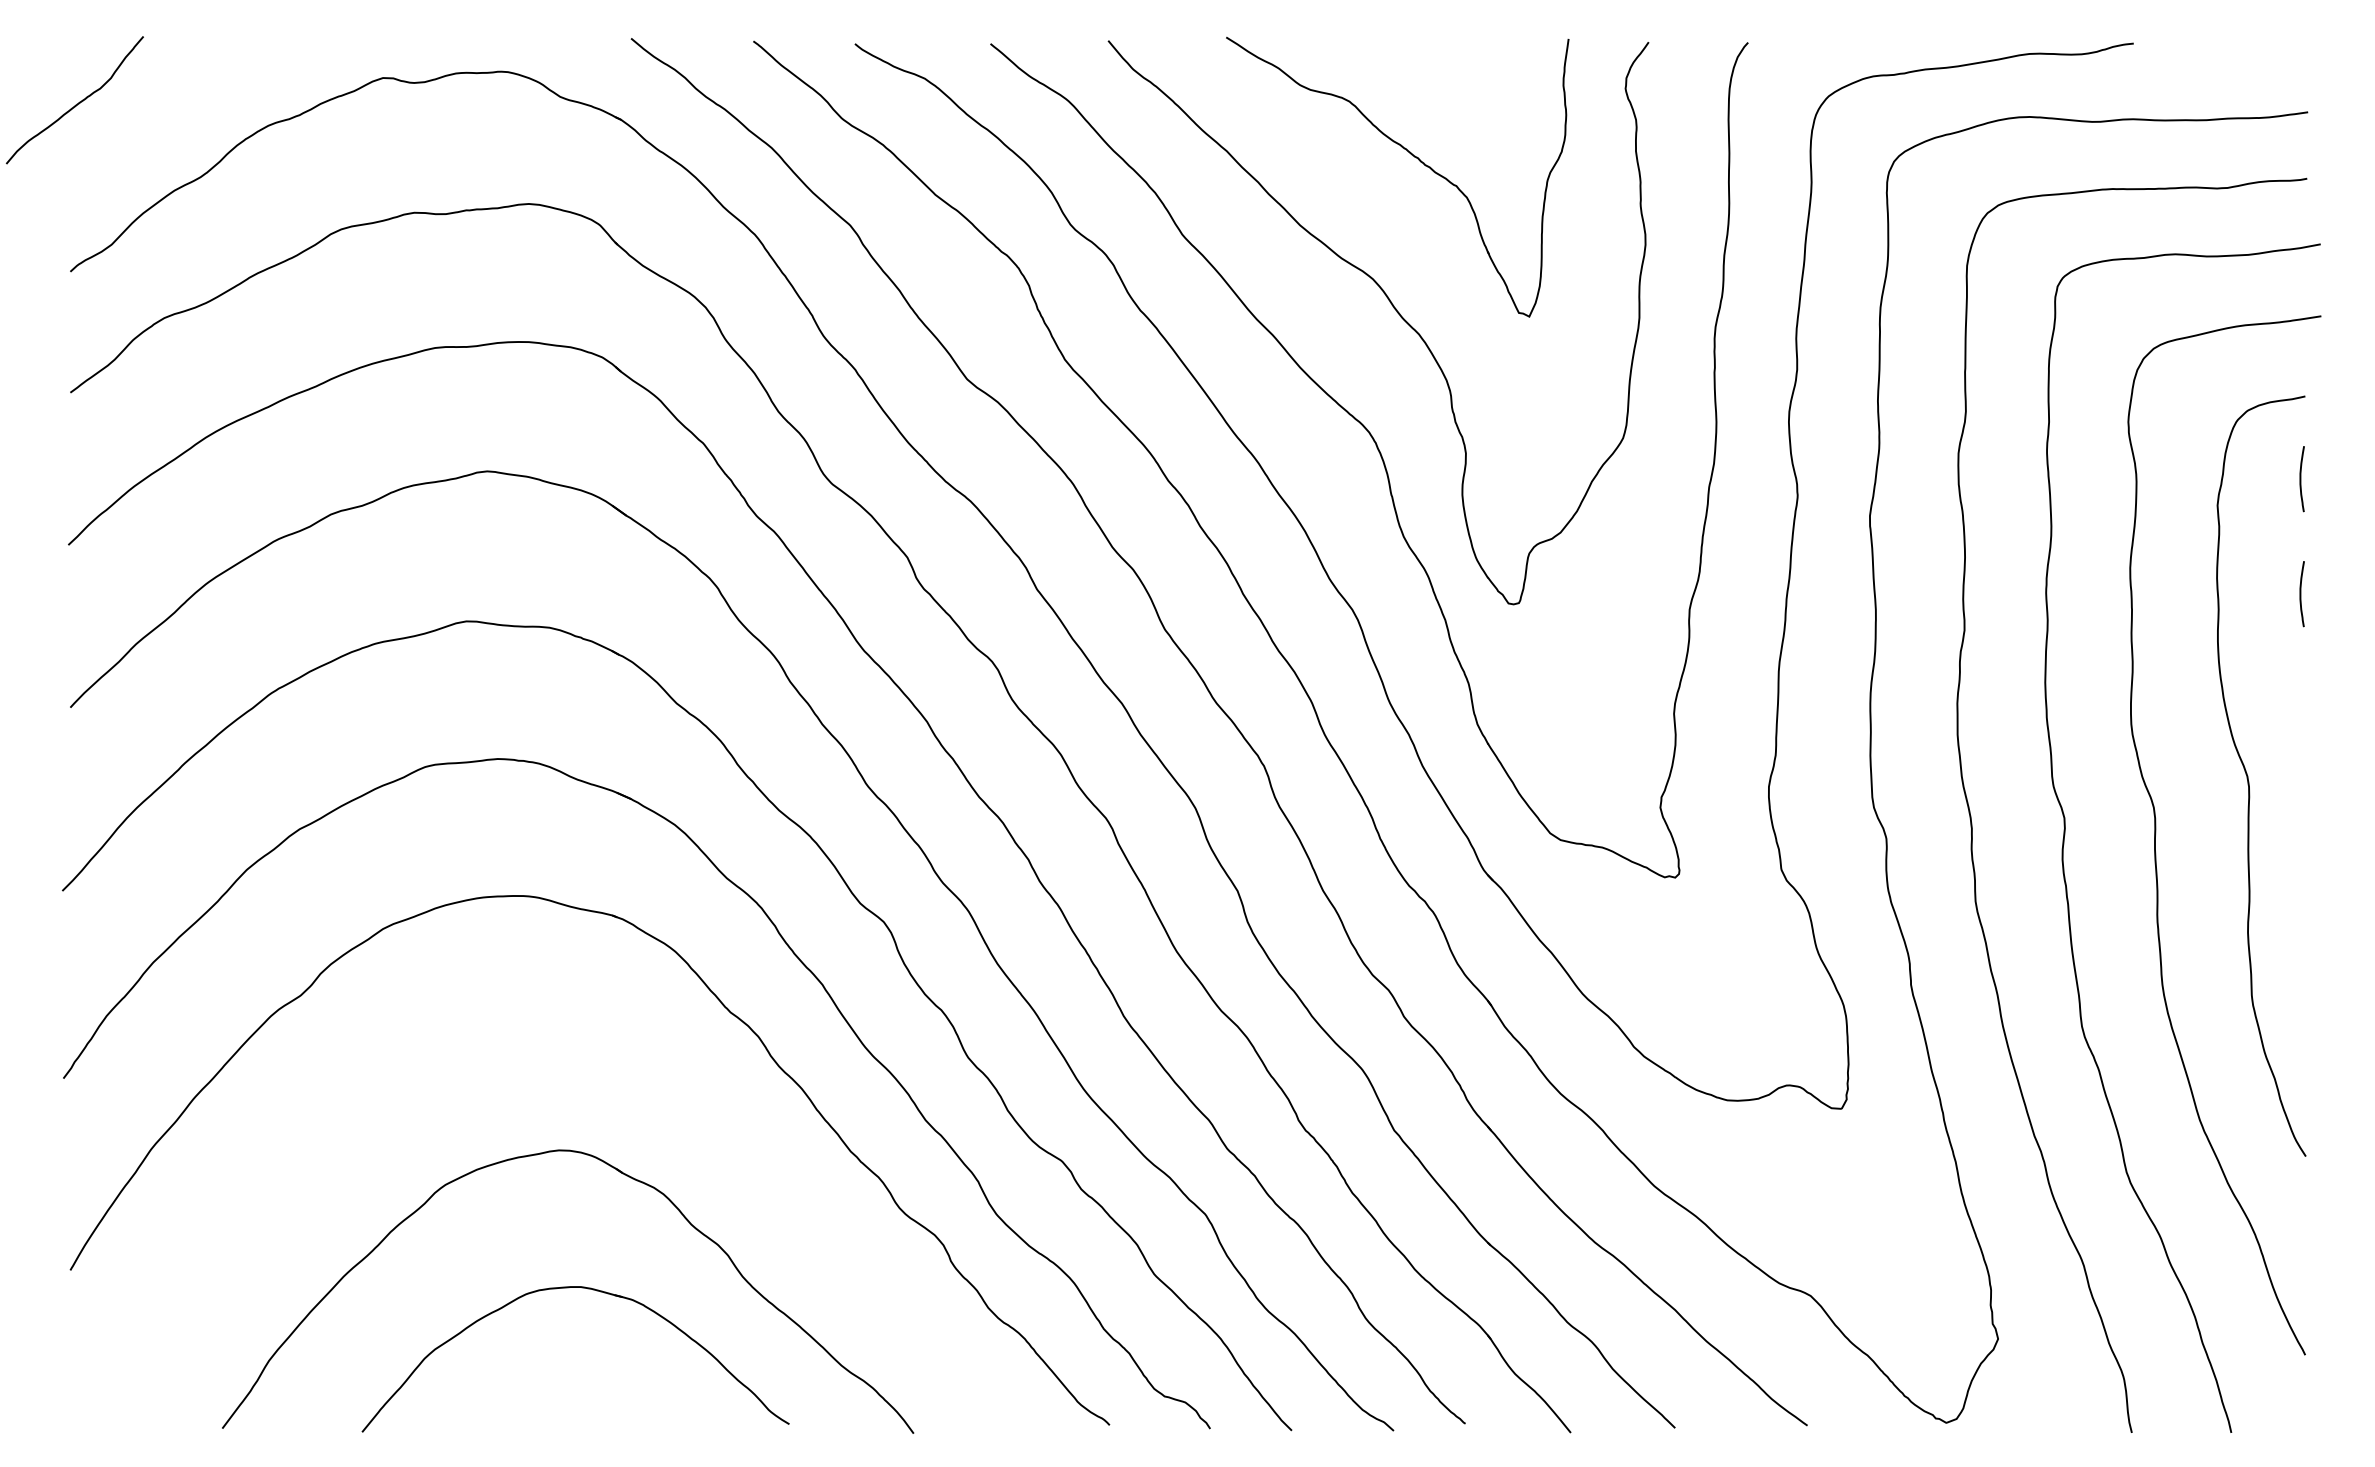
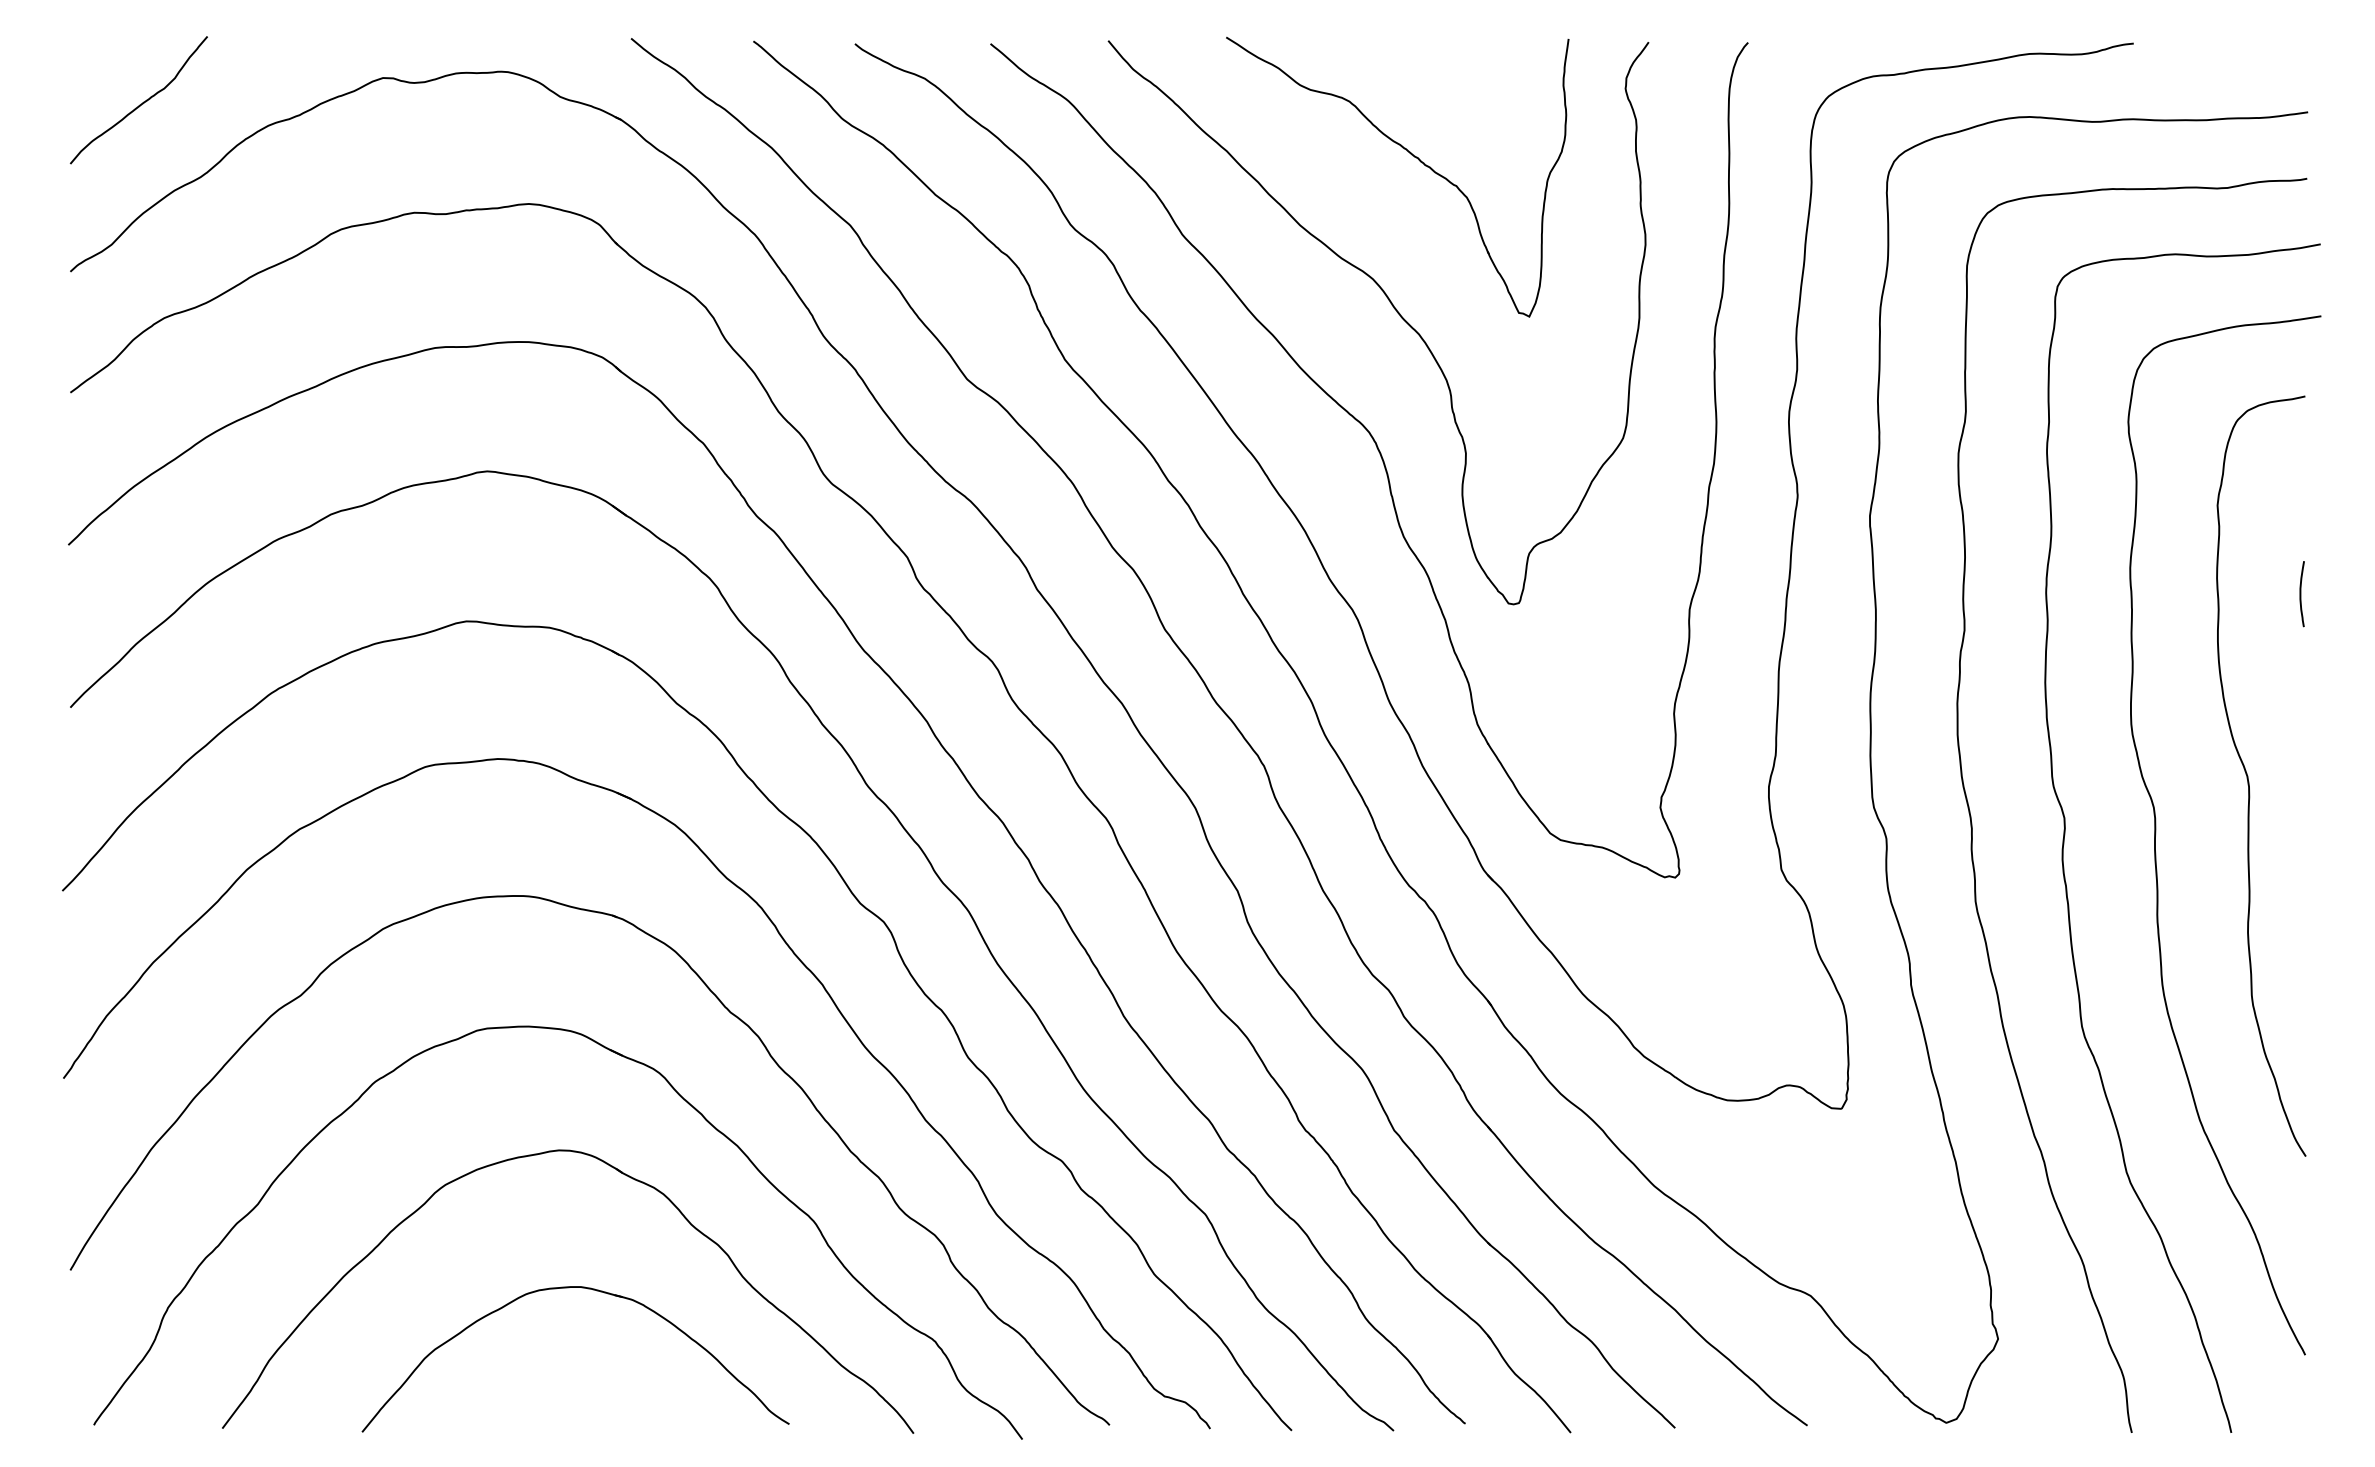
curve at (75, 104) position: (75, 104) -> (139, 104)
curve at (2301, 479): present -> none
part at (682, 1099): none -> present
